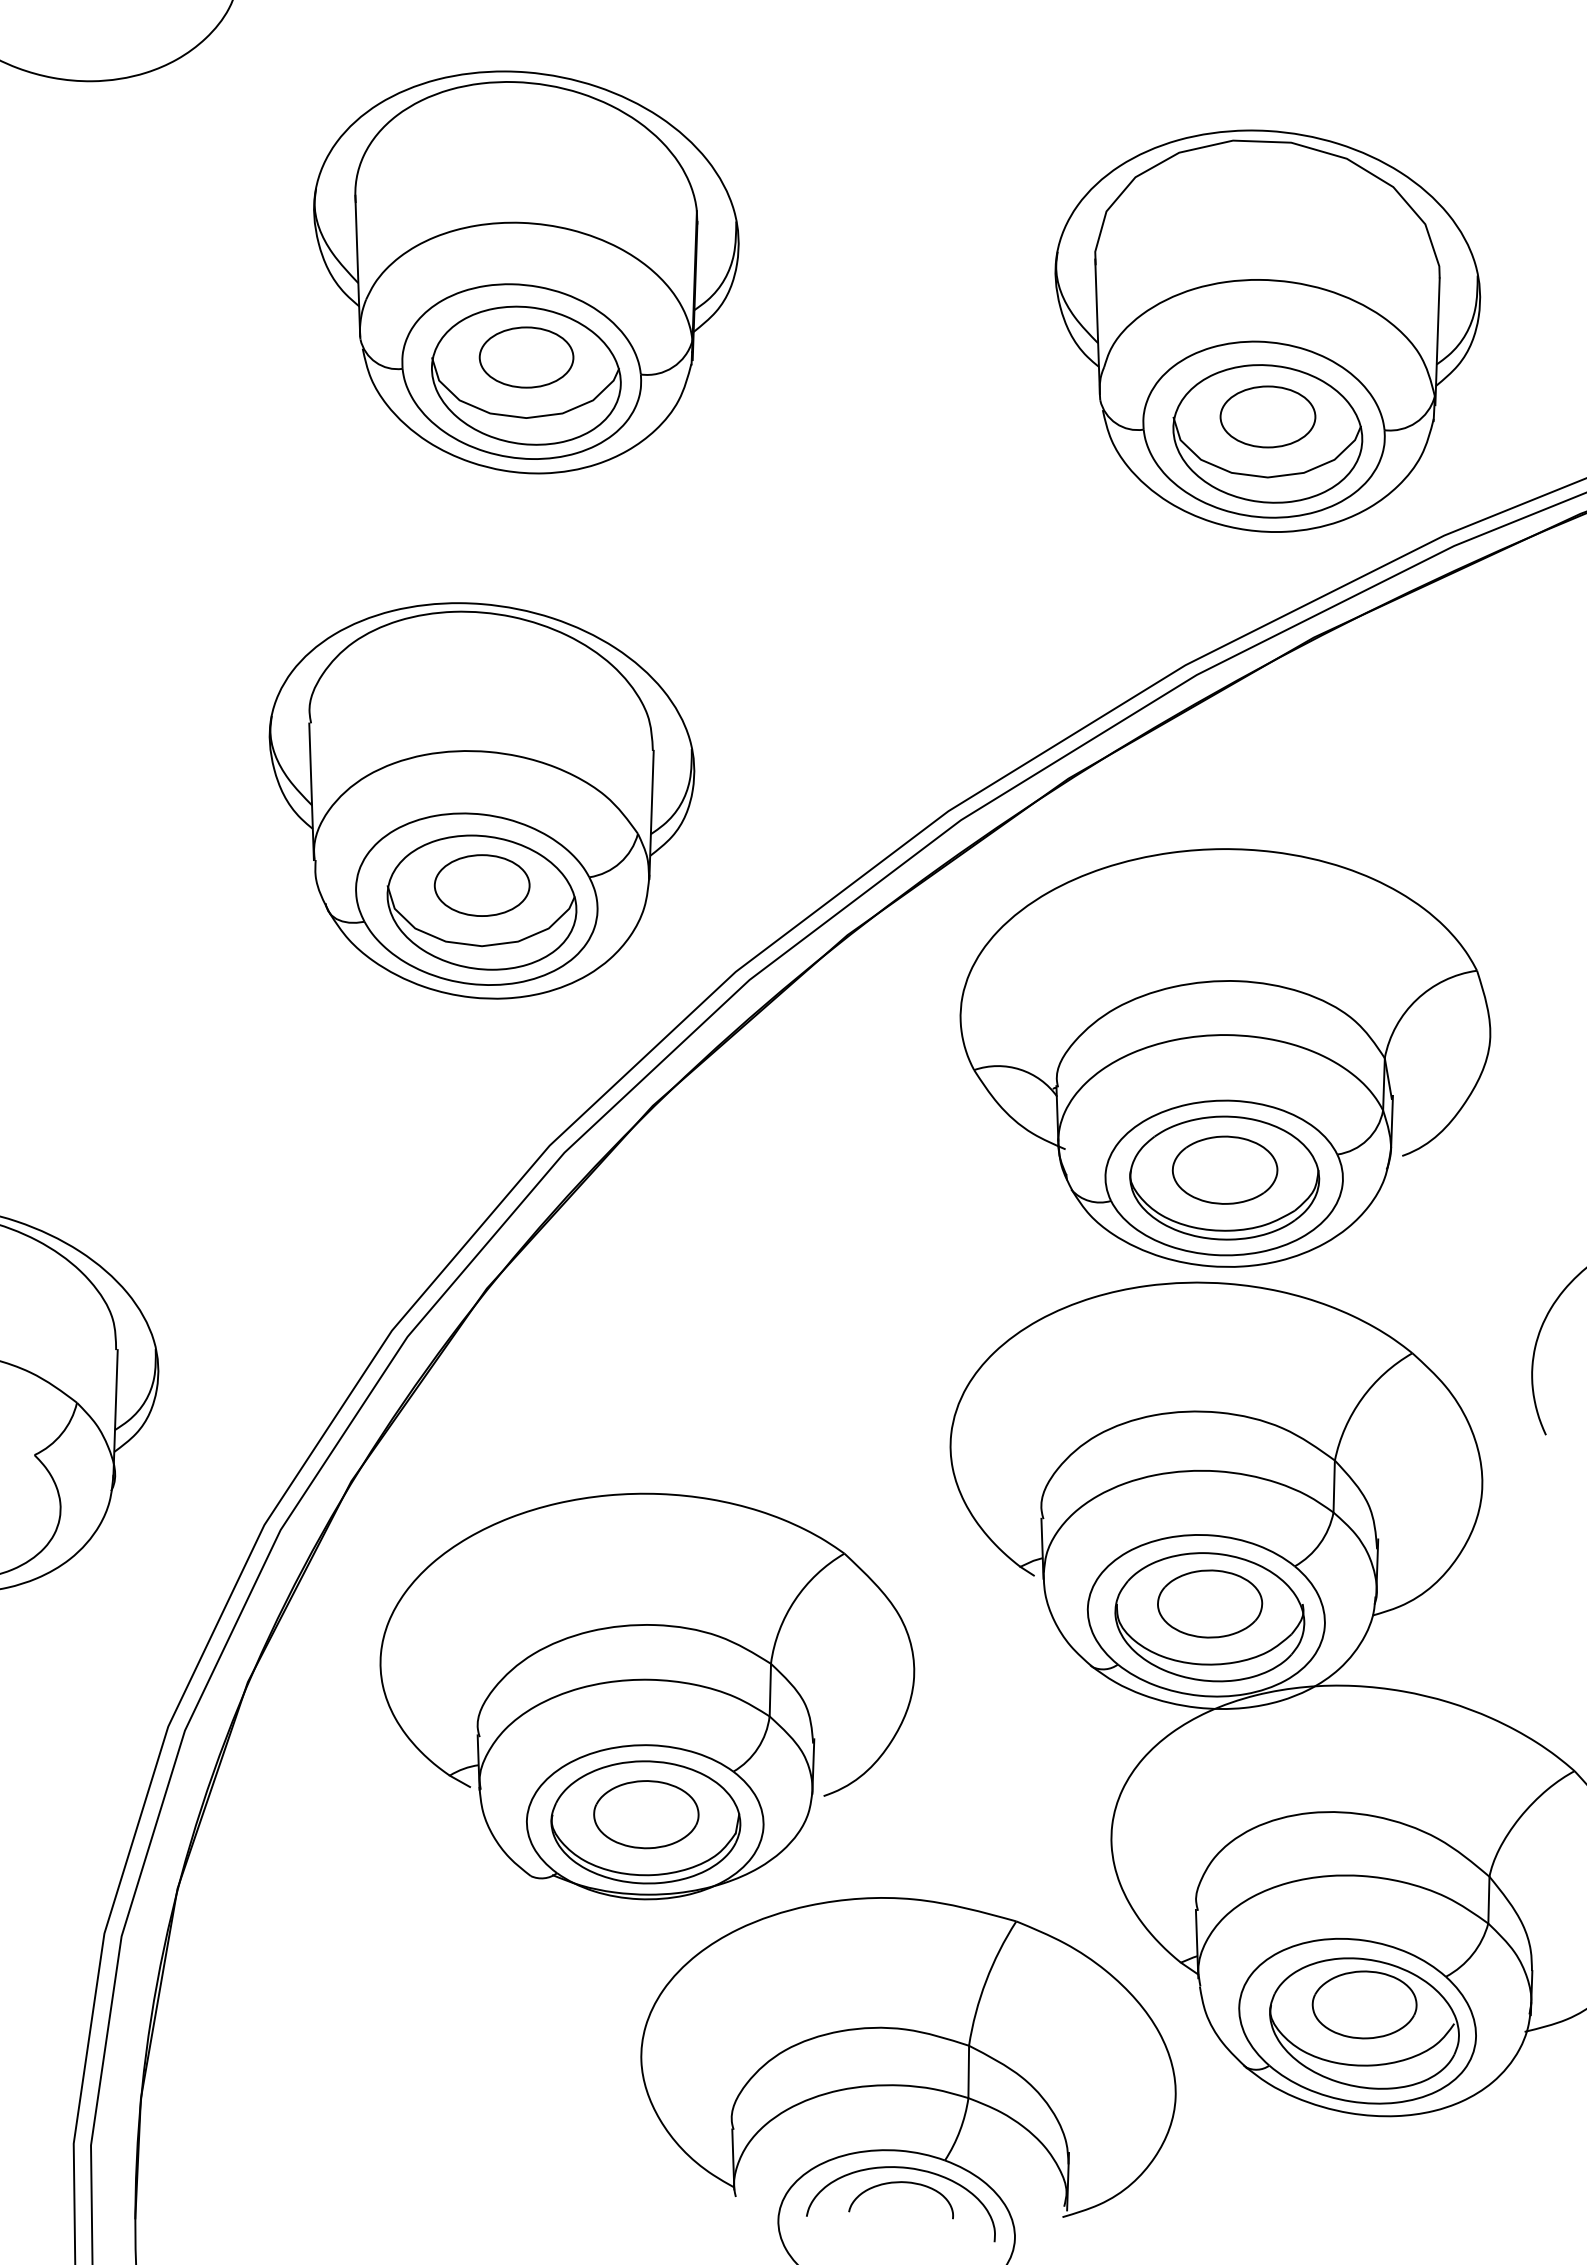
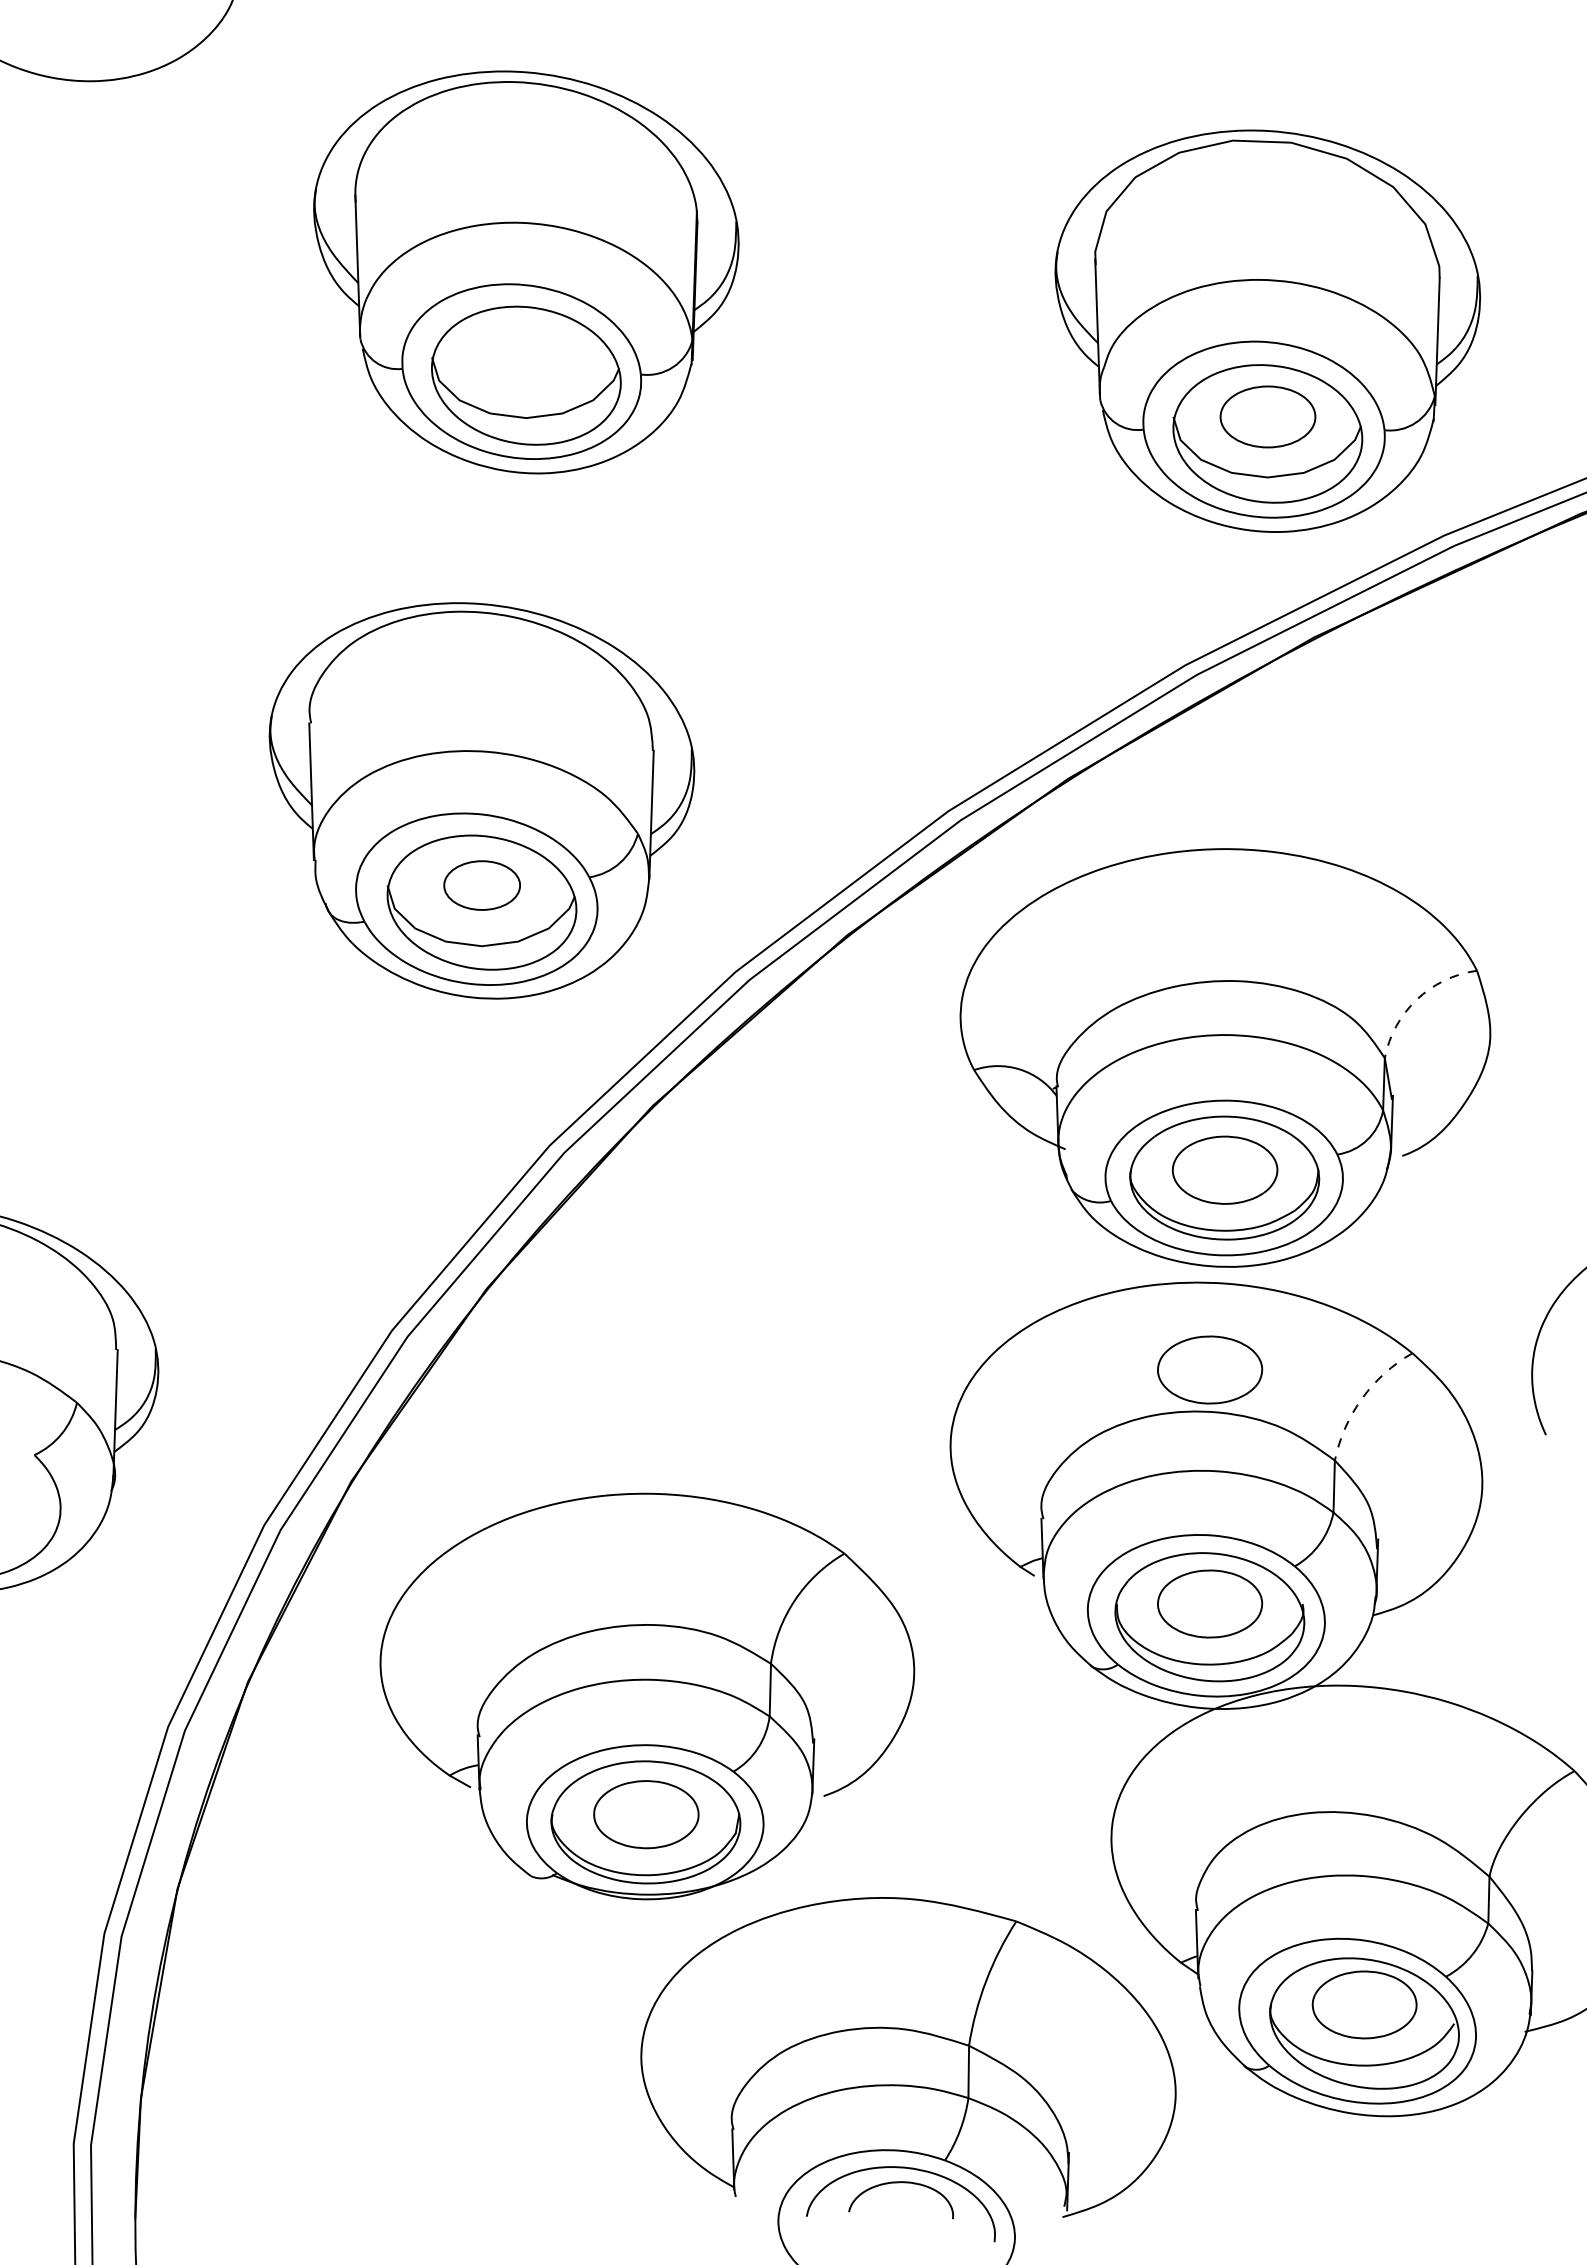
part at (526, 357): present -> none
part at (481, 885) size: 98x63 px -> 78x51 px
arc at (1416, 999): solid -> dashed
part at (1210, 1369): none -> present
arc at (1362, 1398): solid -> dashed
